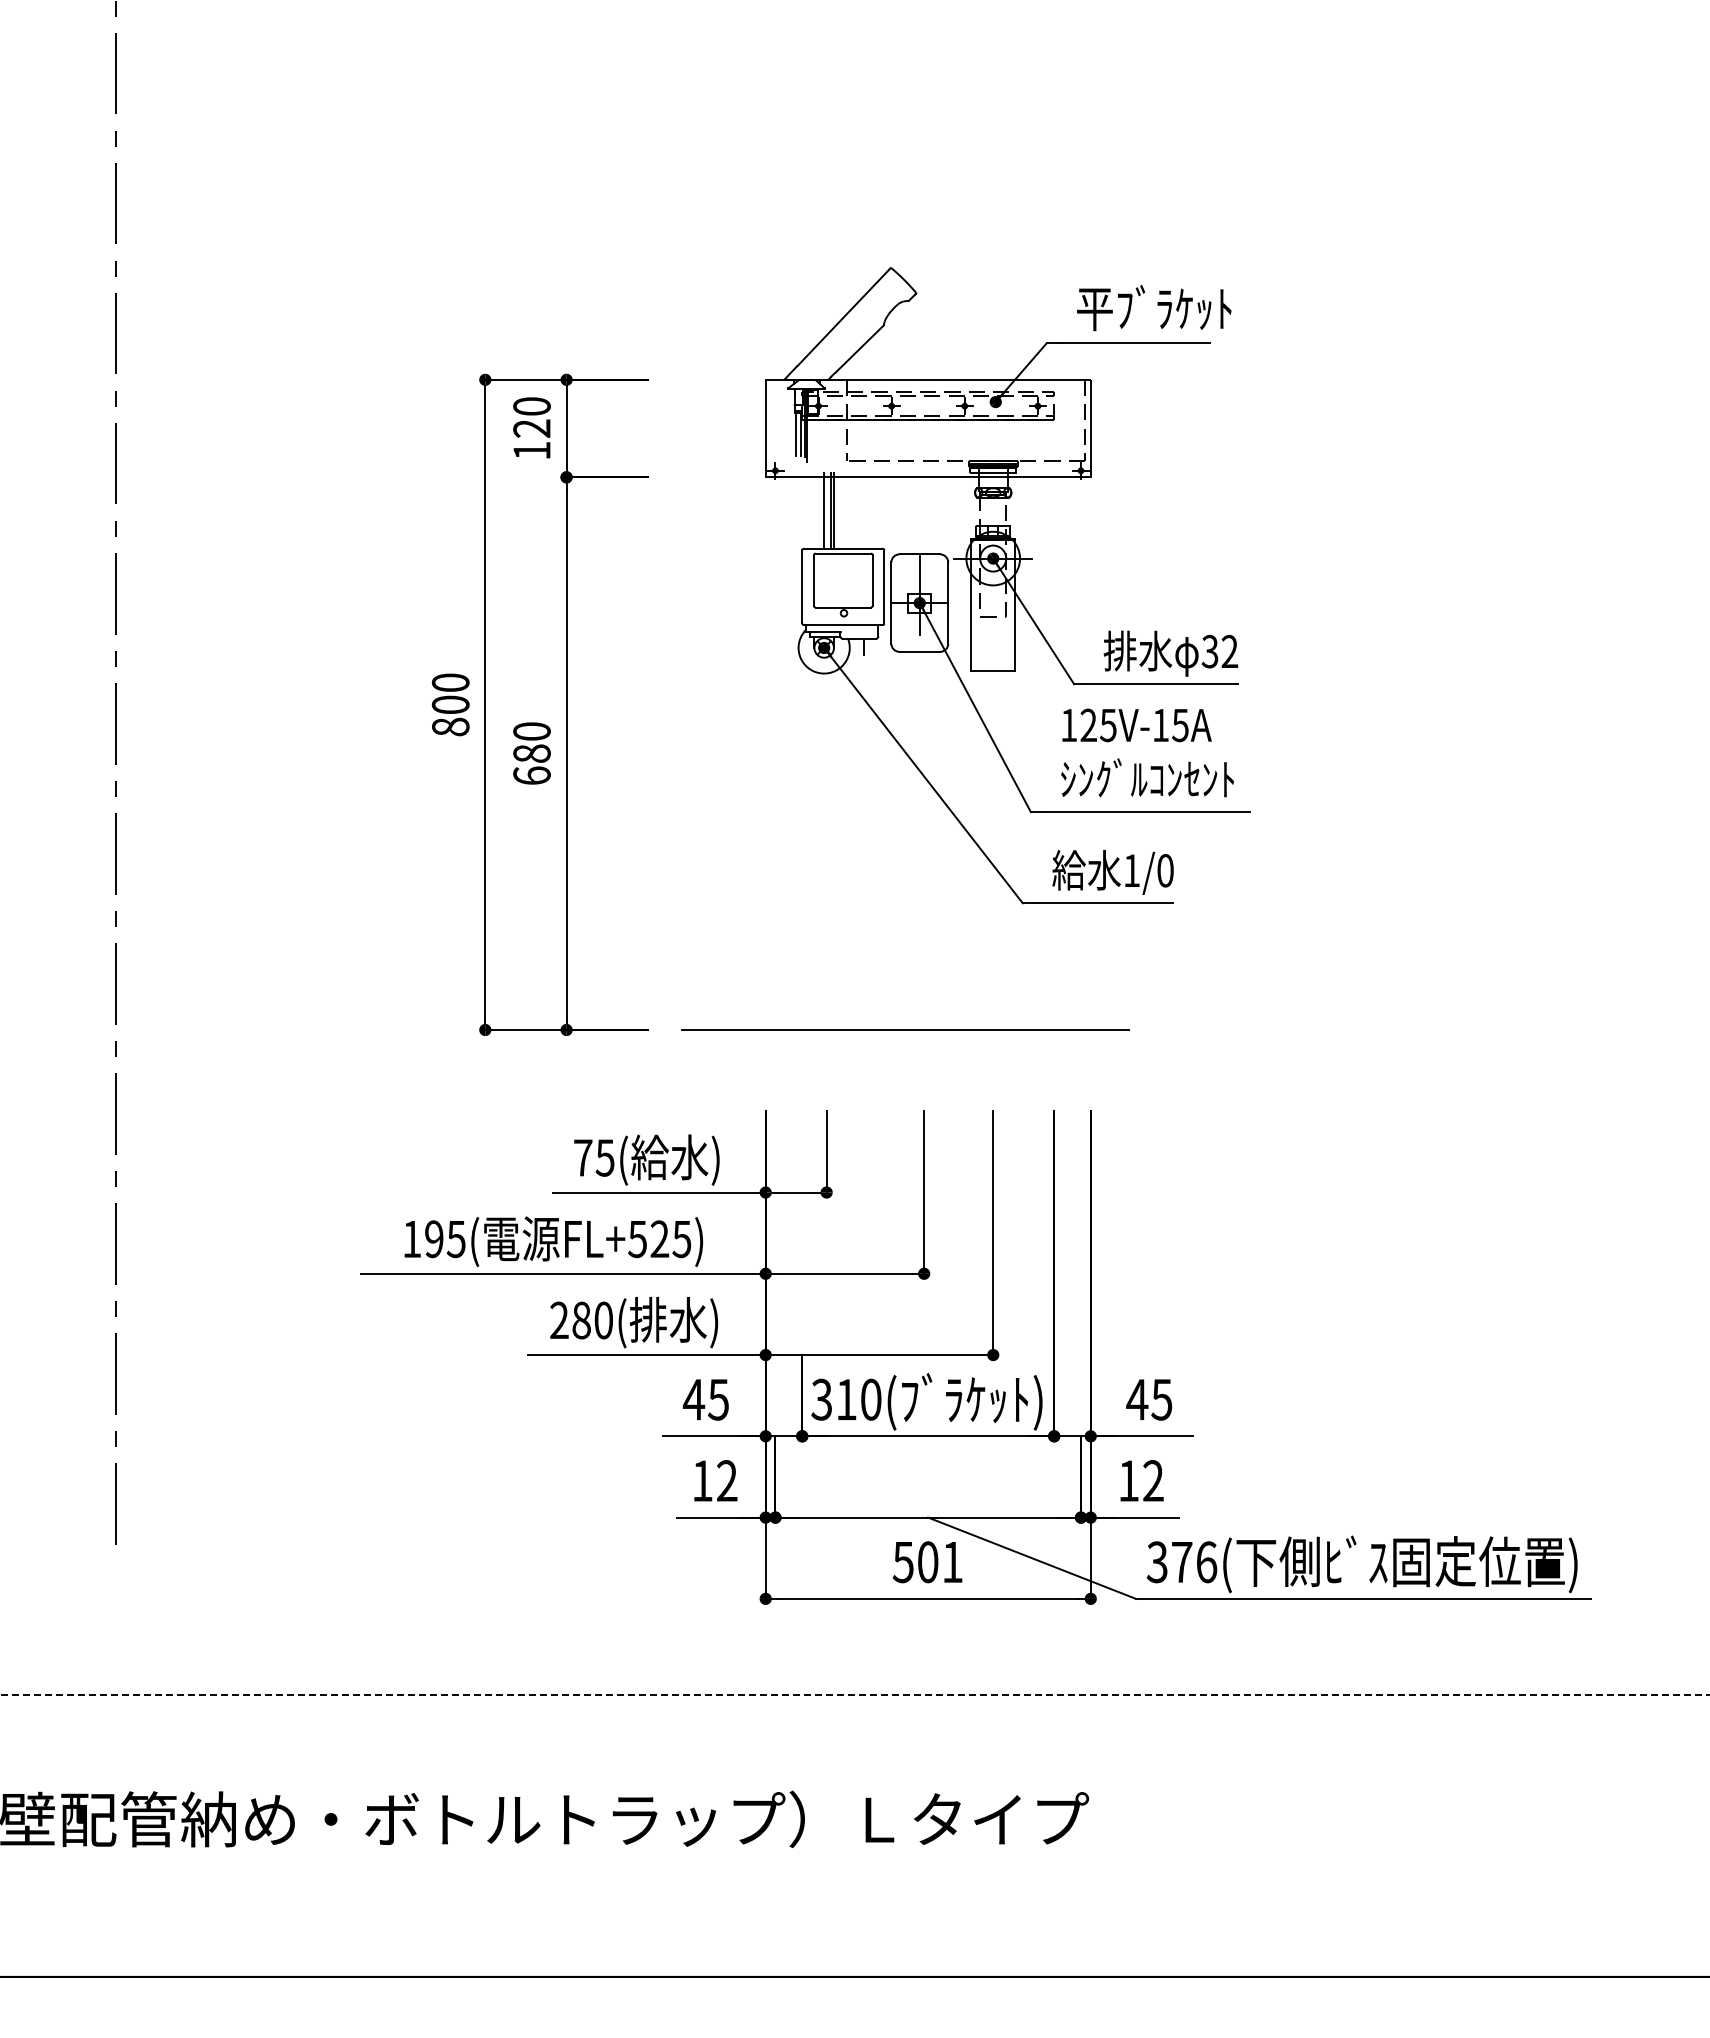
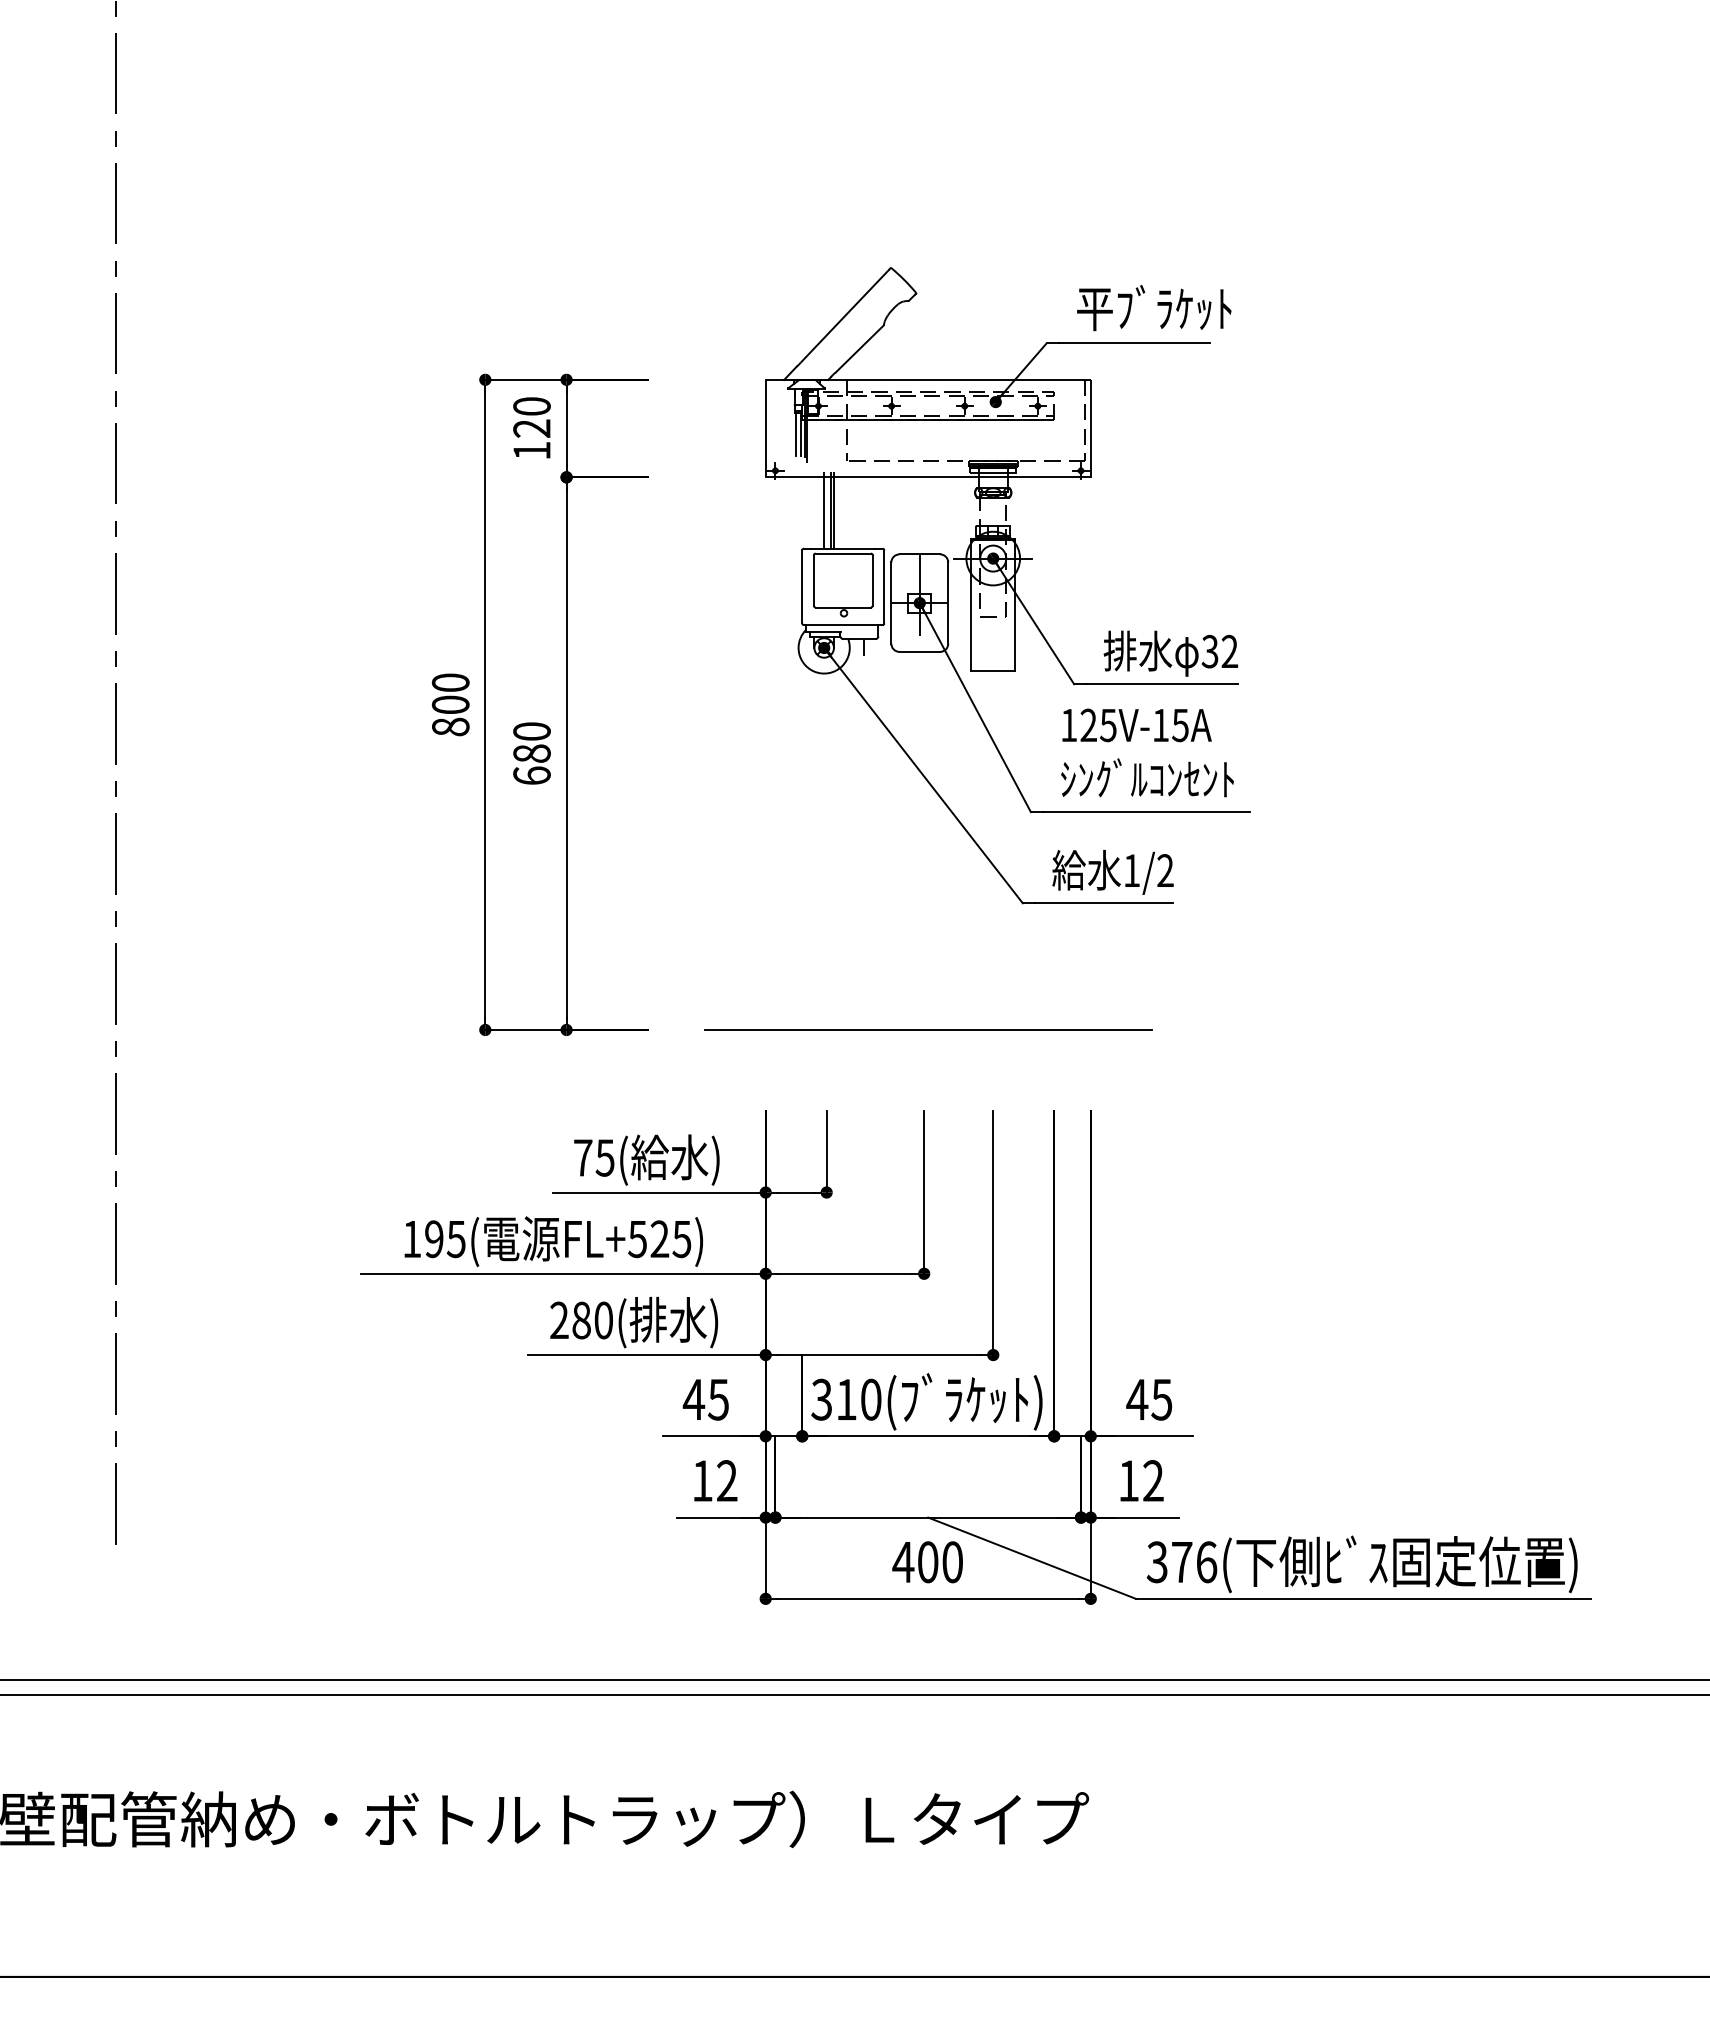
text at (1165, 870): 1/0 -> 1/2
line at (905, 1029) position: (905, 1029) -> (928, 1029)
text at (927, 1562): 501 -> 400
line at (854, 1680): none -> present
line at (855, 1694): dashed -> solid
